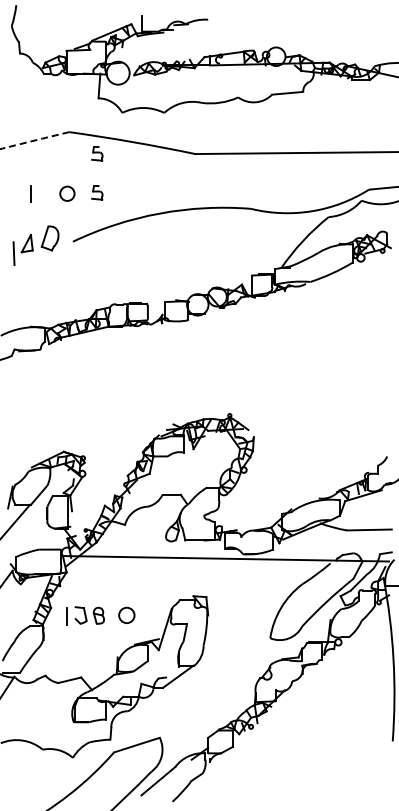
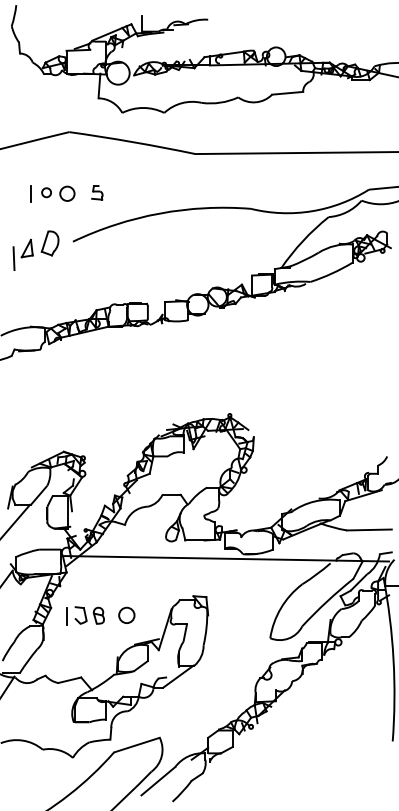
arc at (33, 140): dashed -> solid
part at (97, 153): present -> none
circle at (46, 192): none -> present
part at (35, 245) position: (35, 245) -> (35, 250)
